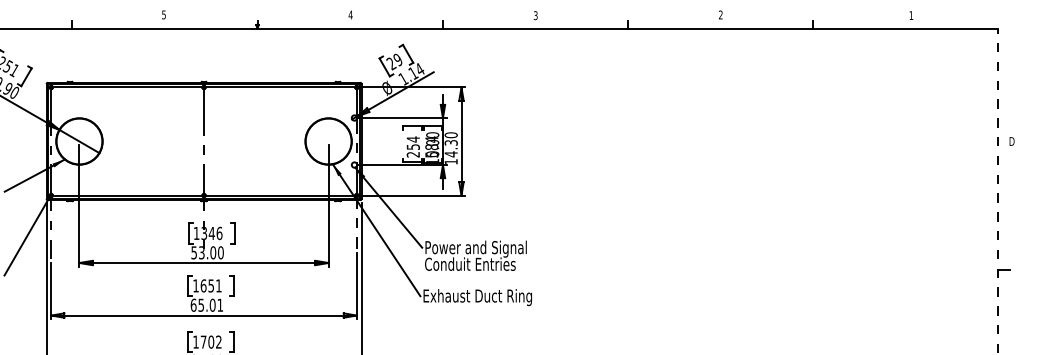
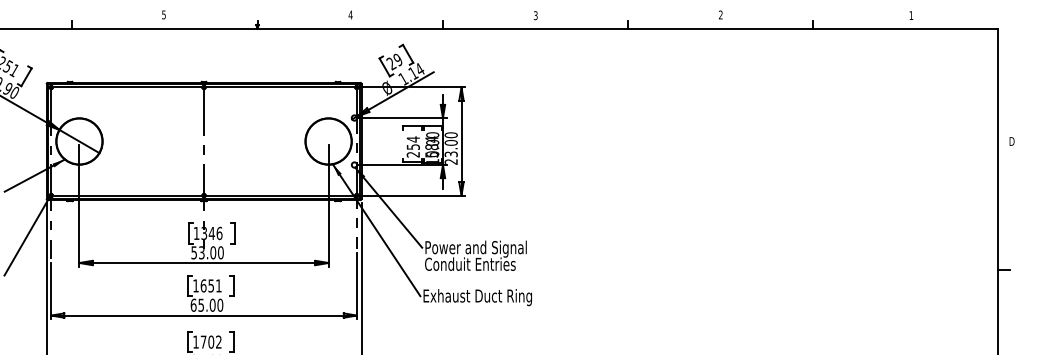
text at (450, 151): 14.30 -> 23.00
line at (998, 191): dashed -> solid
text at (220, 304): 65.01 -> 65.00
